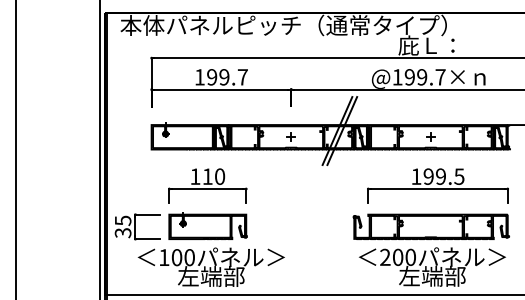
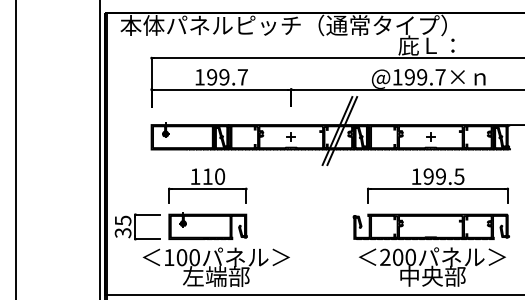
text at (210, 266) position: (210, 266) -> (215, 266)
text at (420, 275): 左端部 -> 中央部
